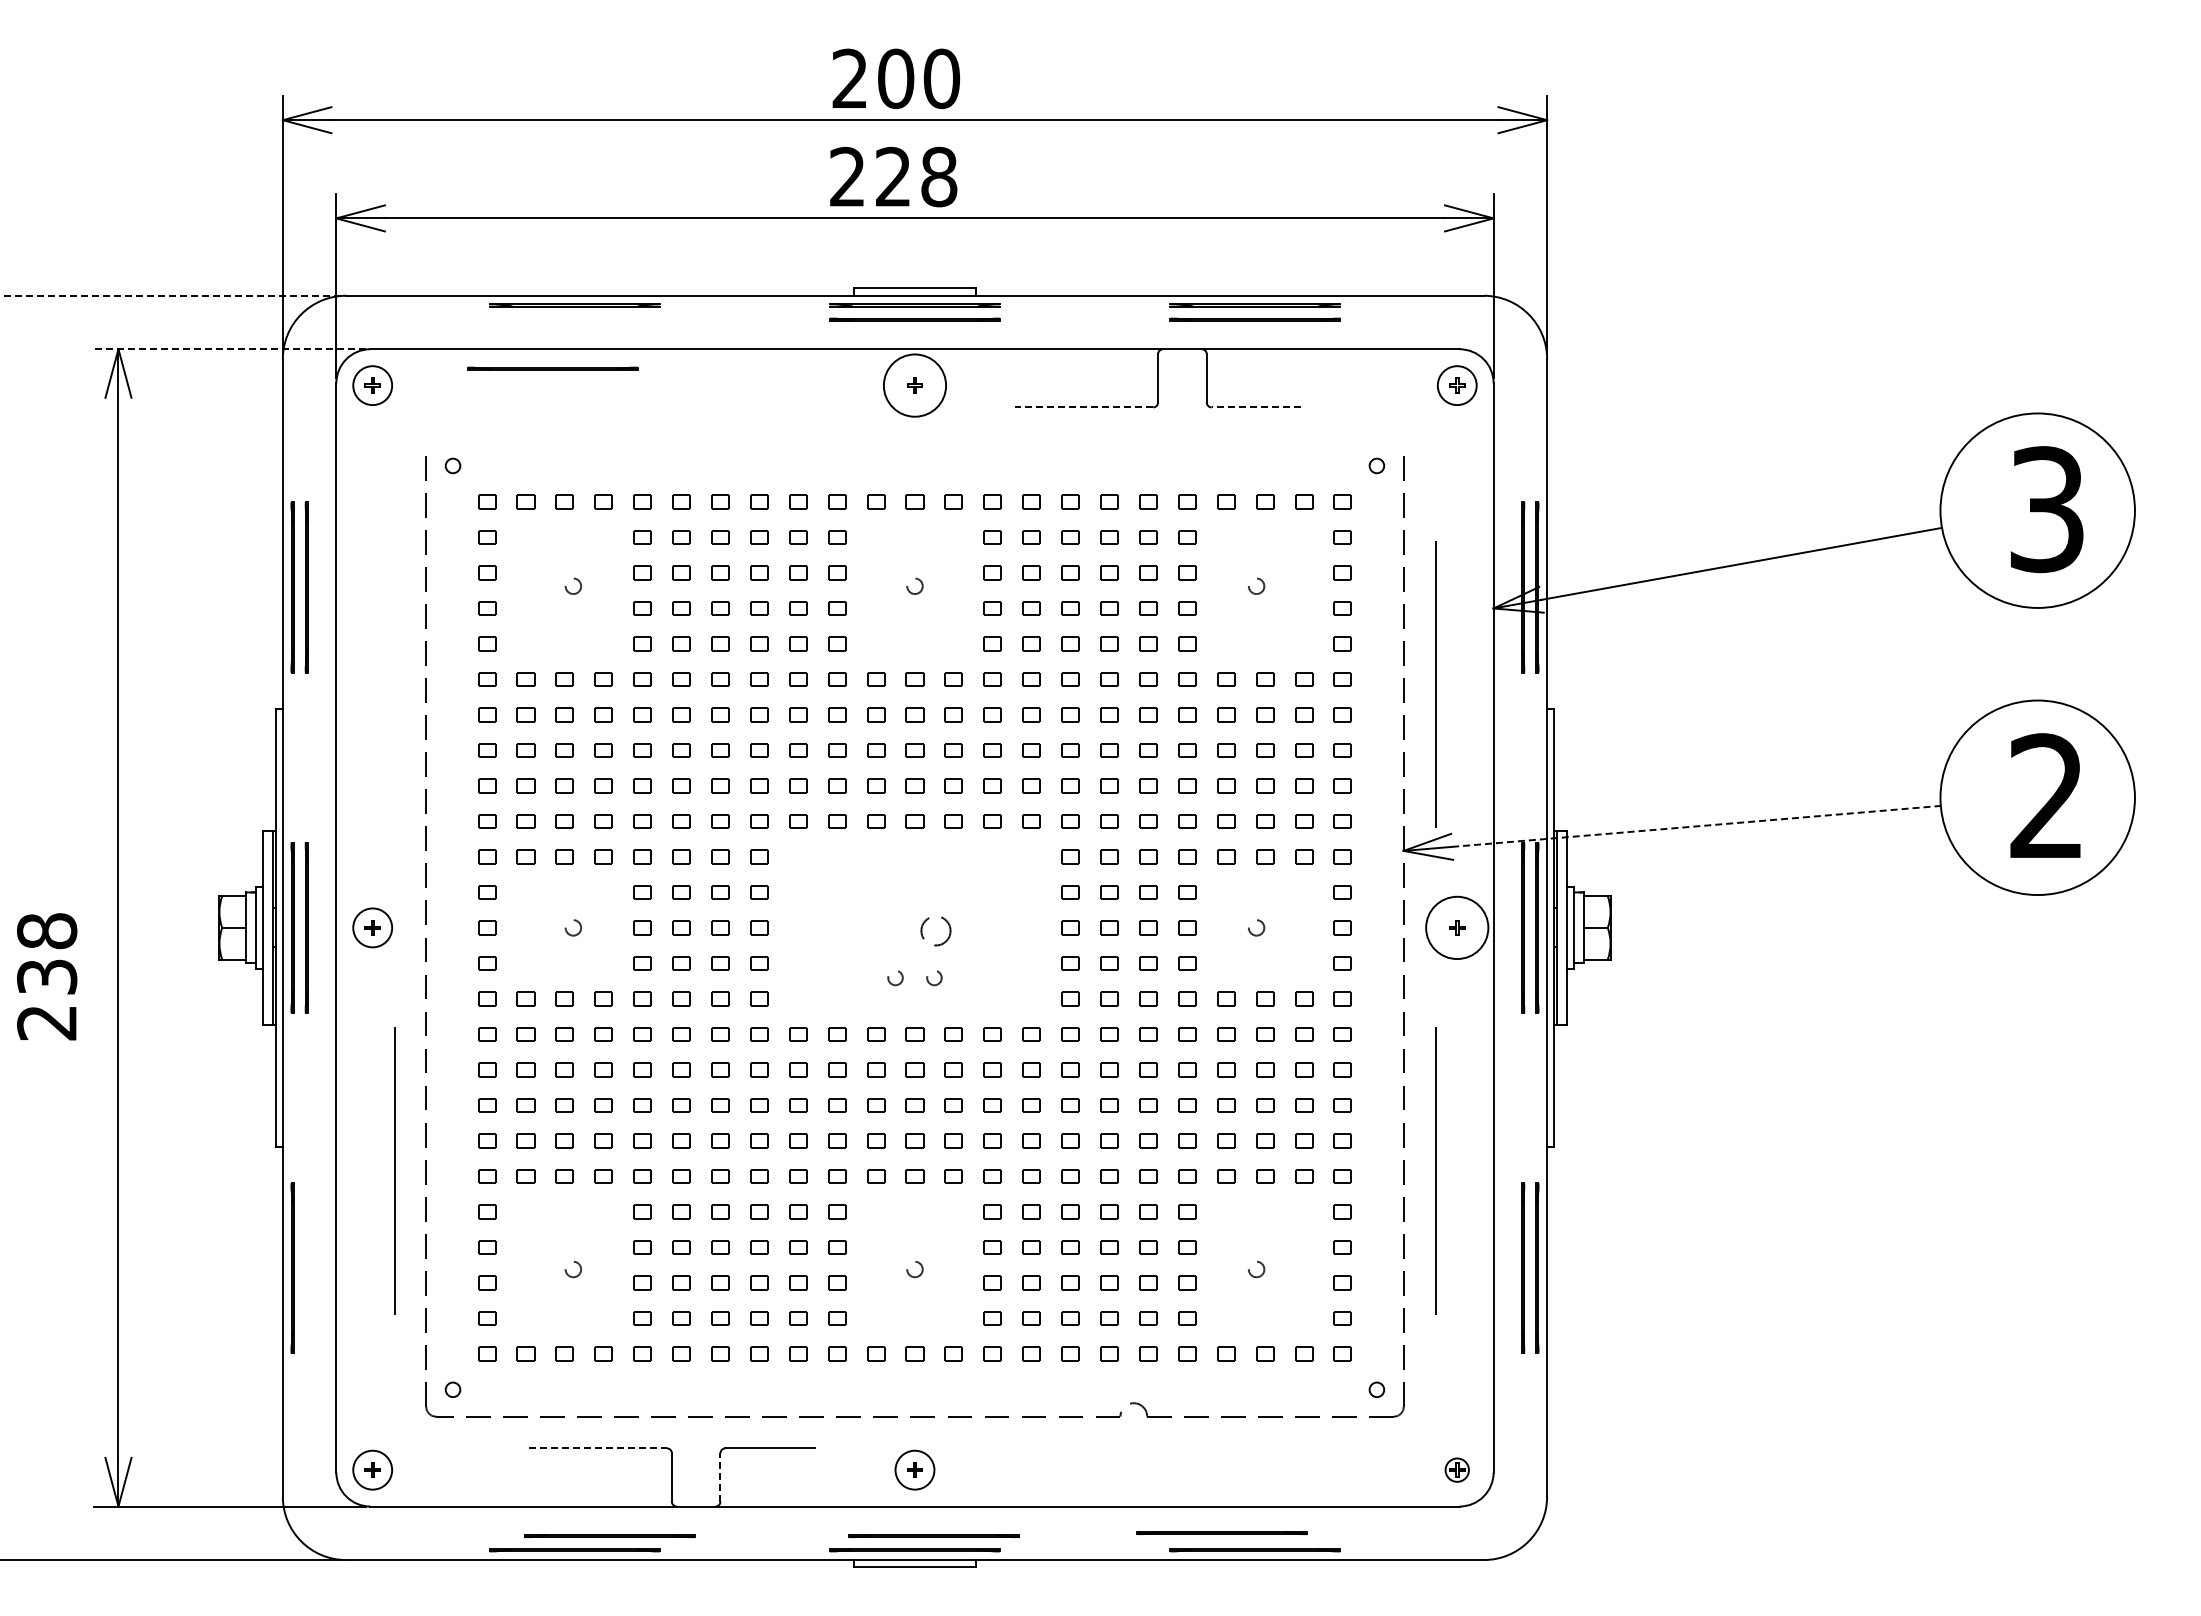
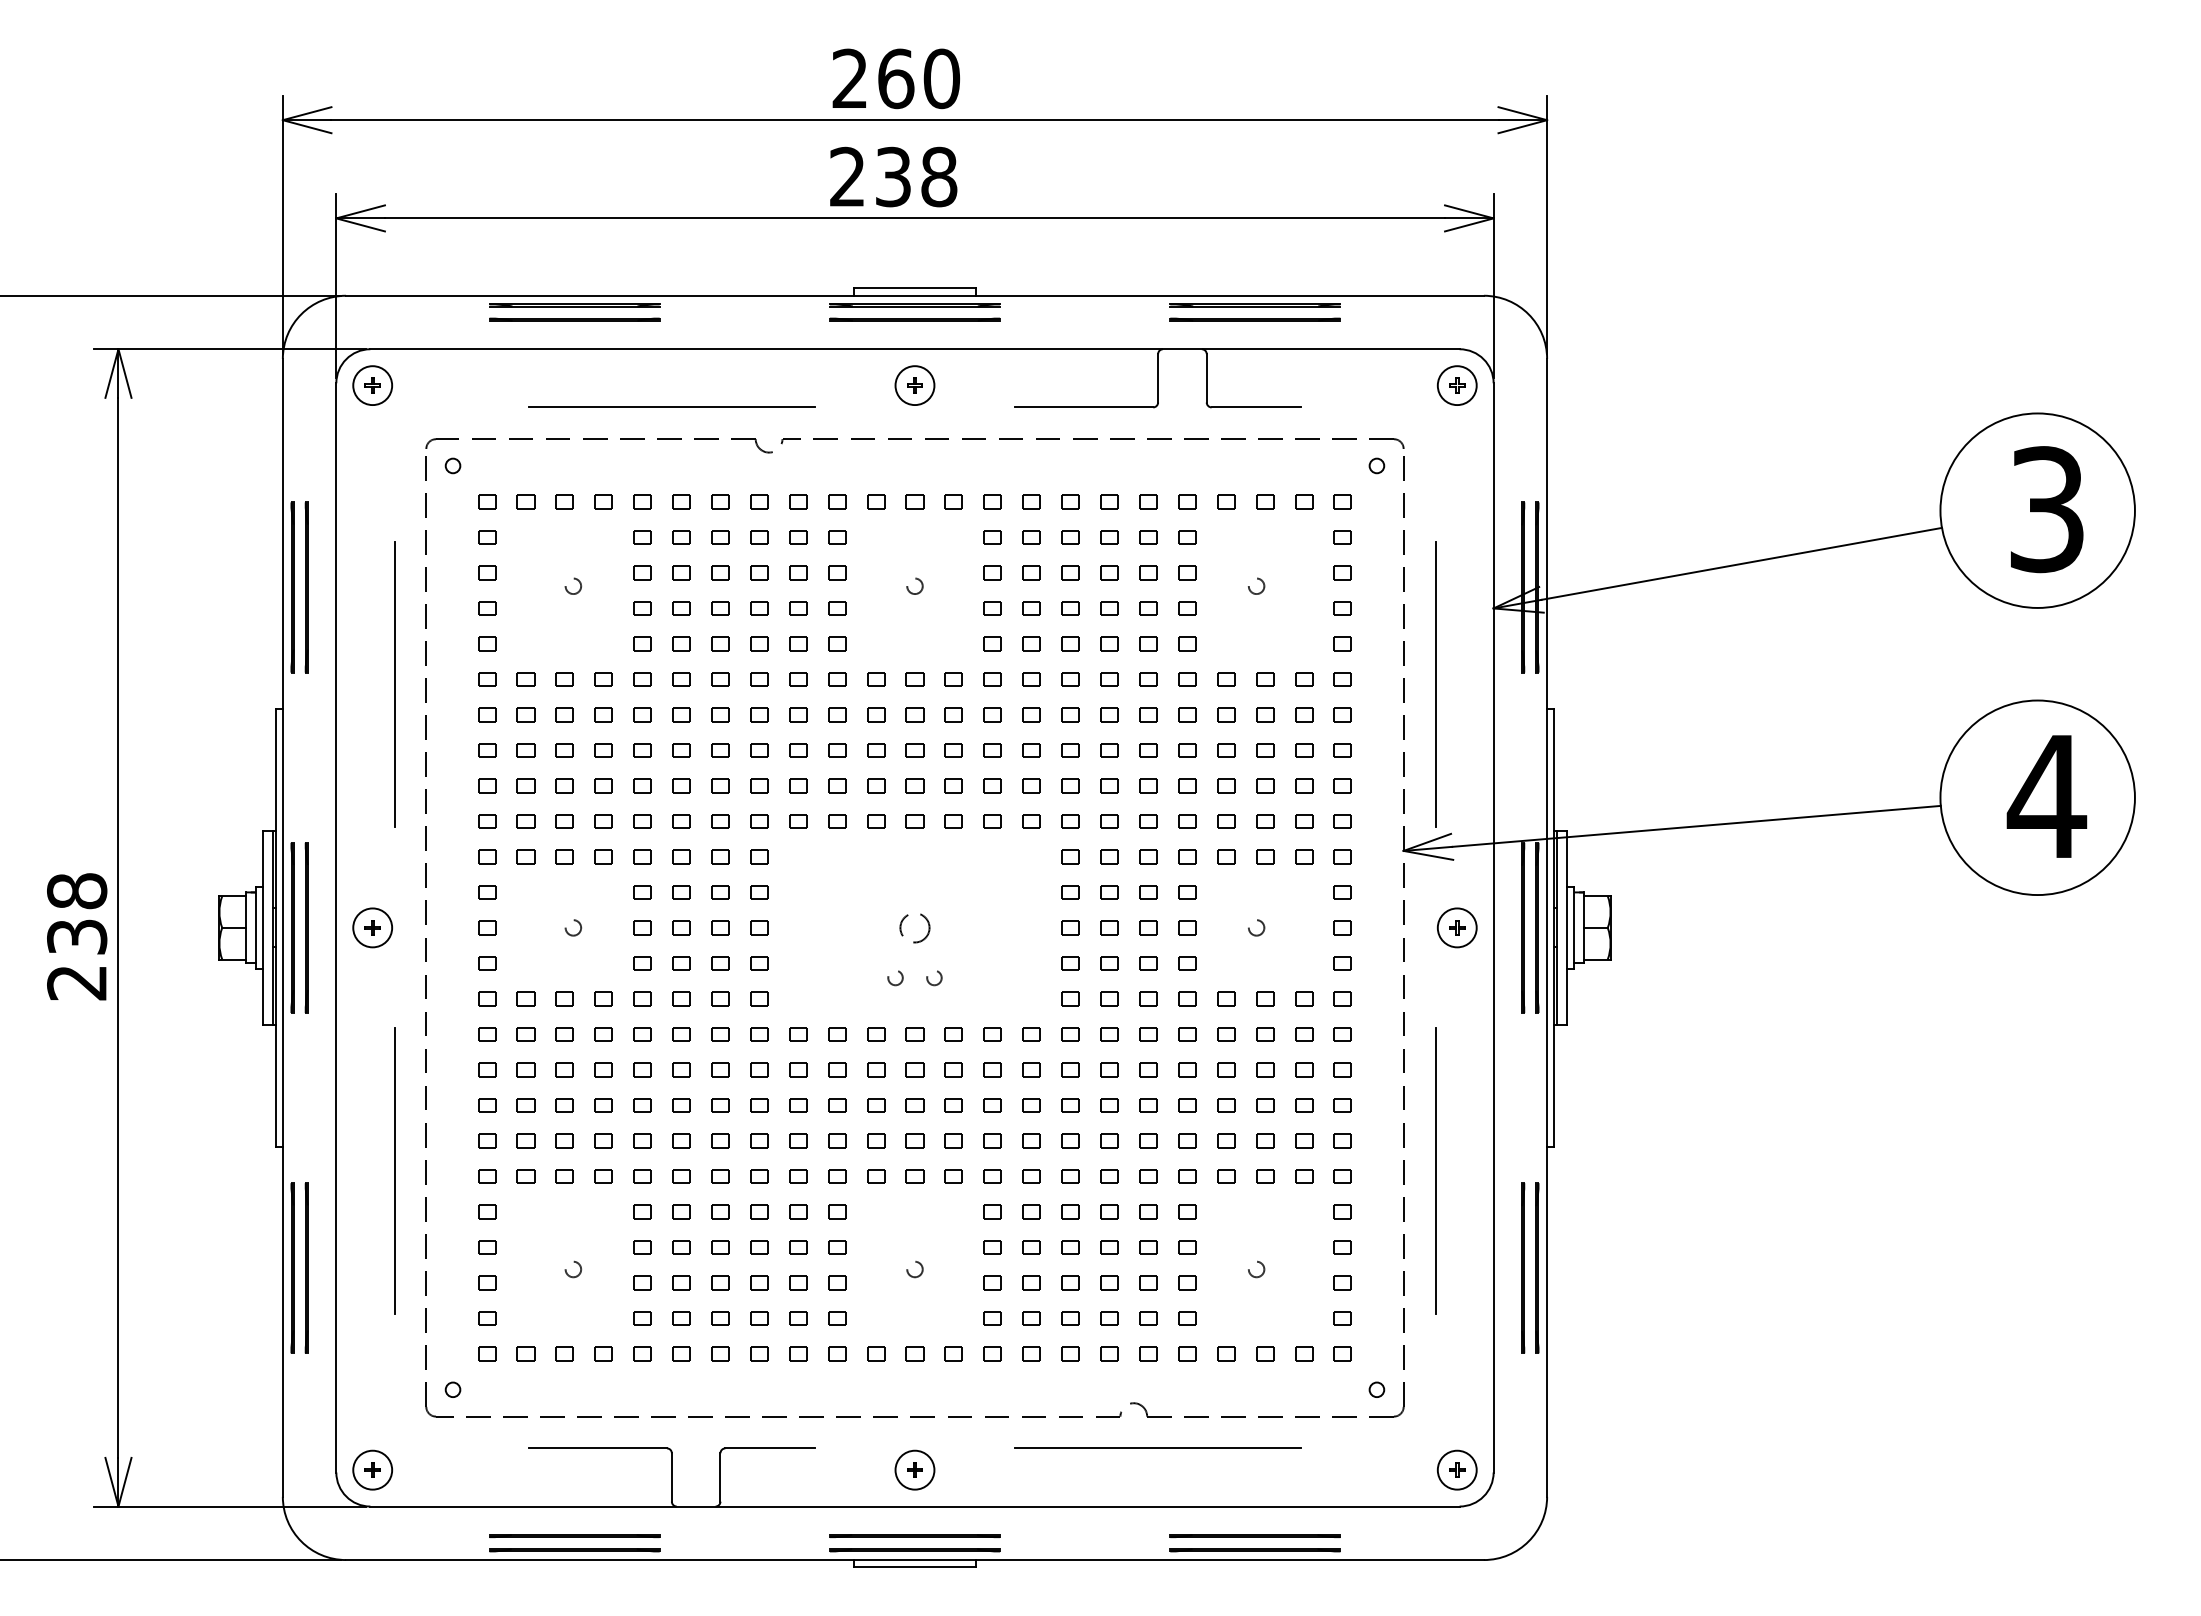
text at (896, 78): 200 -> 260
text at (893, 177): 228 -> 238
line at (170, 295): dashed -> solid
line at (229, 349): dashed -> solid
line at (552, 368) position: (552, 368) -> (574, 319)
circle at (914, 385) diameter: 62 px -> 39 px
line at (671, 406): none -> present
line at (1084, 407): dashed -> solid
line at (1256, 407): dashed -> solid
part at (911, 439): none -> present
line at (394, 684): none -> present
text at (2046, 795): 2 -> 4
line at (1696, 826): dashed -> solid
circle at (1457, 927) diameter: 62 px -> 39 px
circle at (935, 931) position: (935, 931) -> (914, 928)
text at (47, 976) position: (47, 976) -> (77, 936)
line at (306, 1267): none -> present
line at (598, 1448): dashed -> solid
line at (1157, 1448): none -> present
circle at (1456, 1469) diameter: 23 px -> 39 px
line at (720, 1476): dashed -> solid
line at (1221, 1532) position: (1221, 1532) -> (1254, 1535)
line at (609, 1535) position: (609, 1535) -> (574, 1535)
line at (933, 1535) position: (933, 1535) -> (914, 1535)
